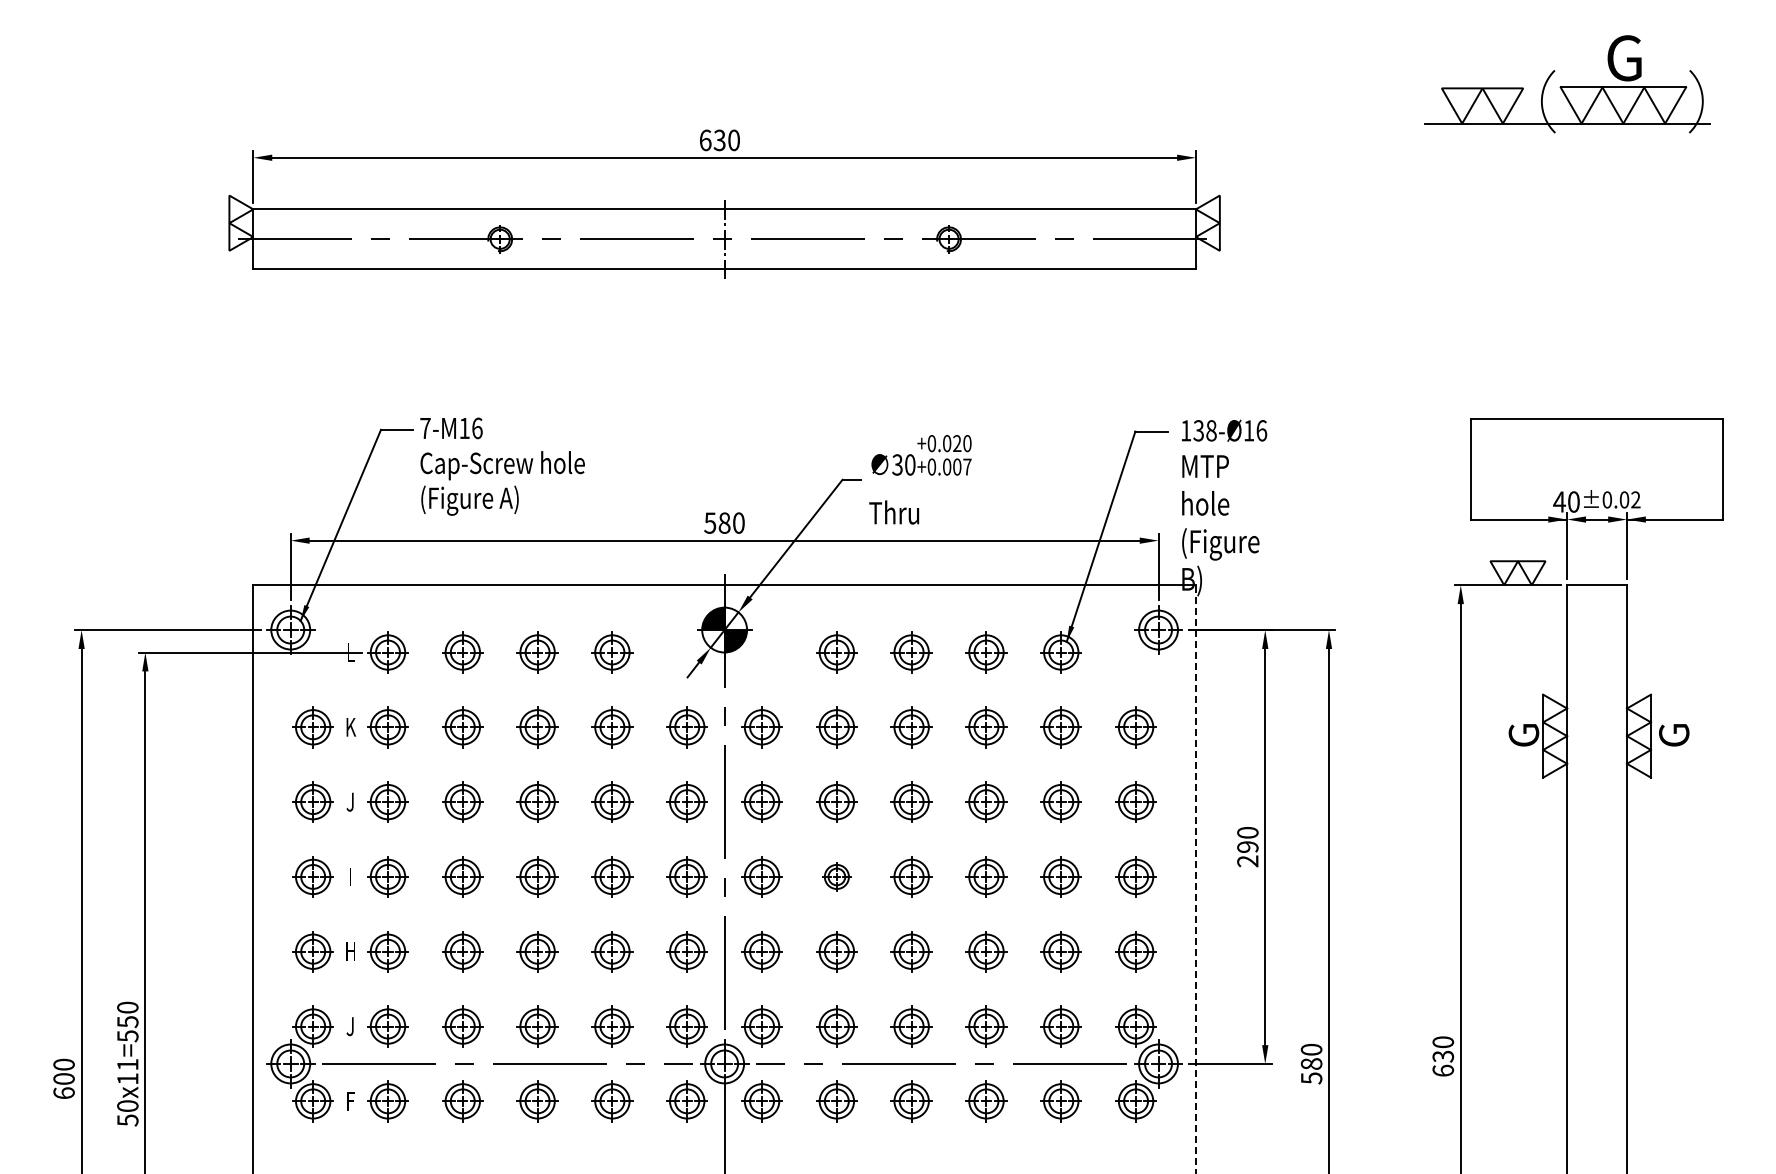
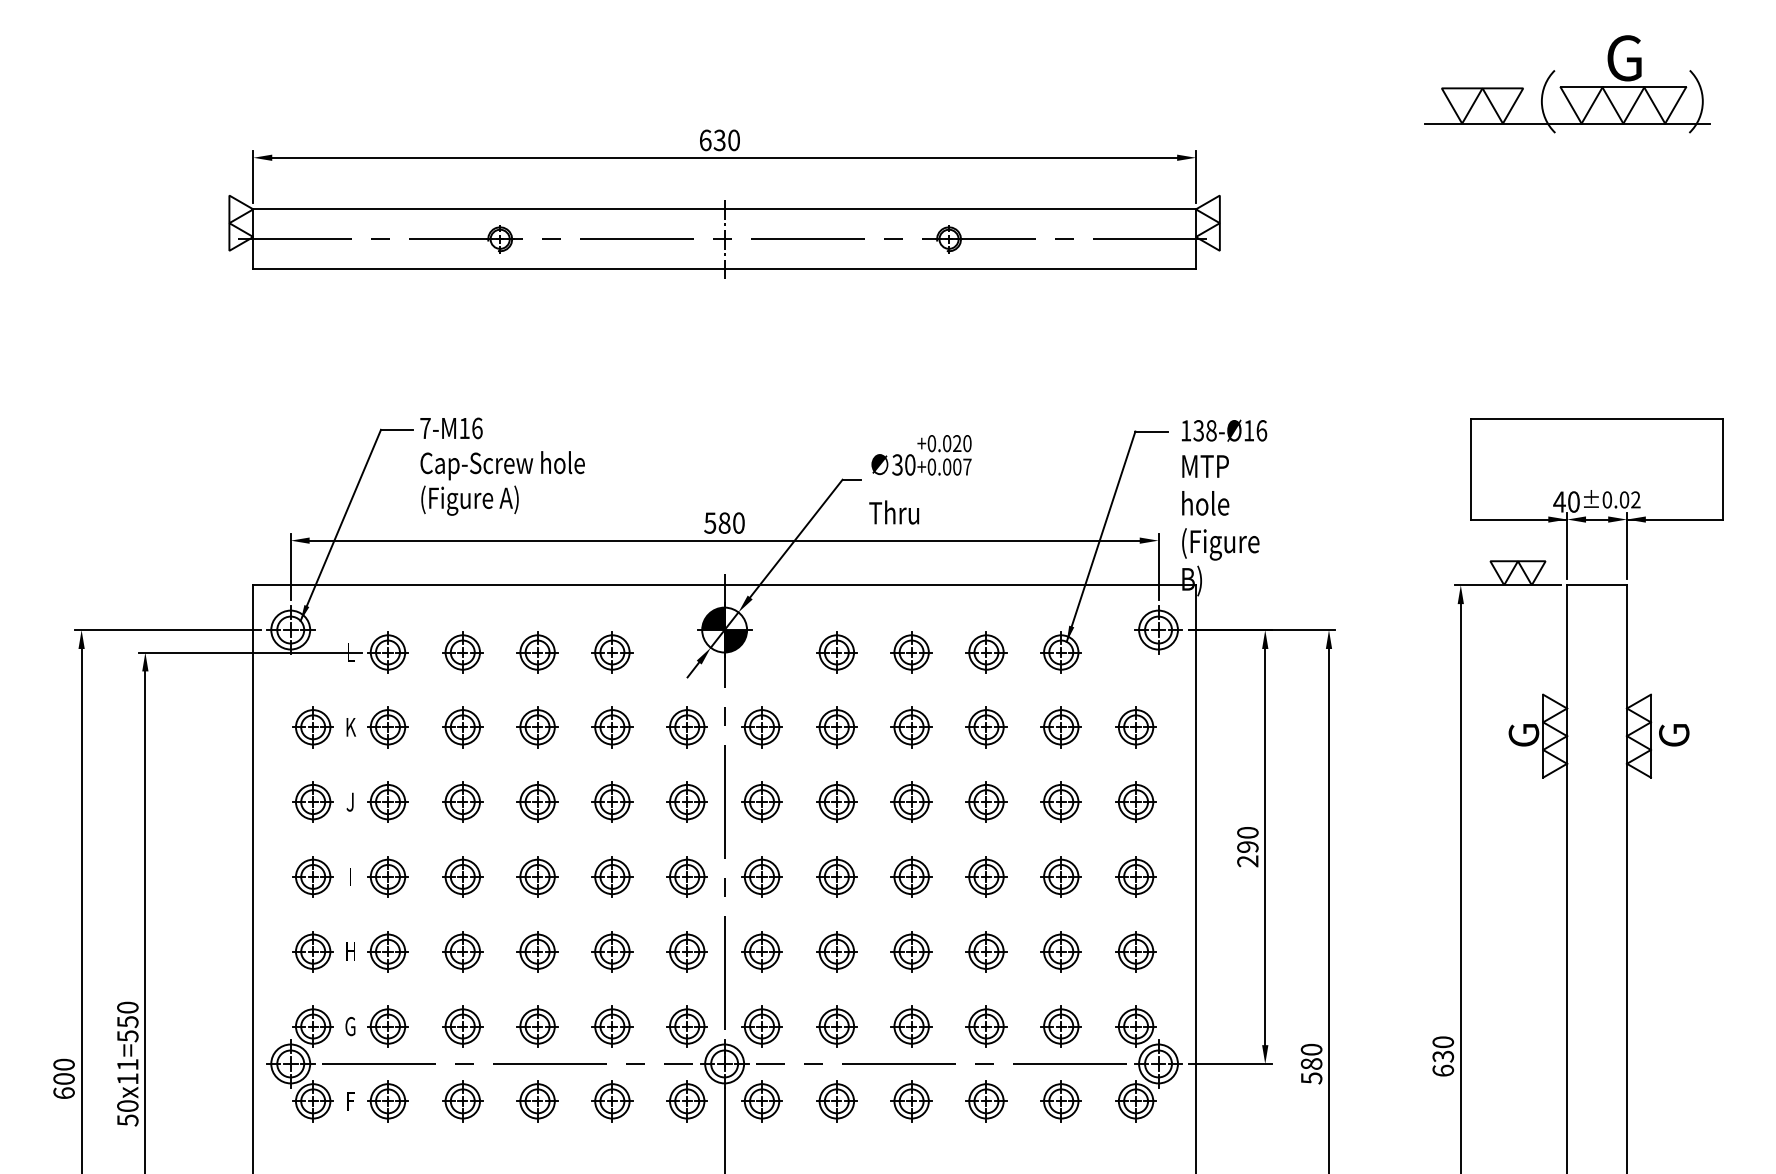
part at (836, 876) size: 30x30 px -> 42x42 px
line at (1195, 879): dashed -> solid
text at (350, 1026): J -> G
